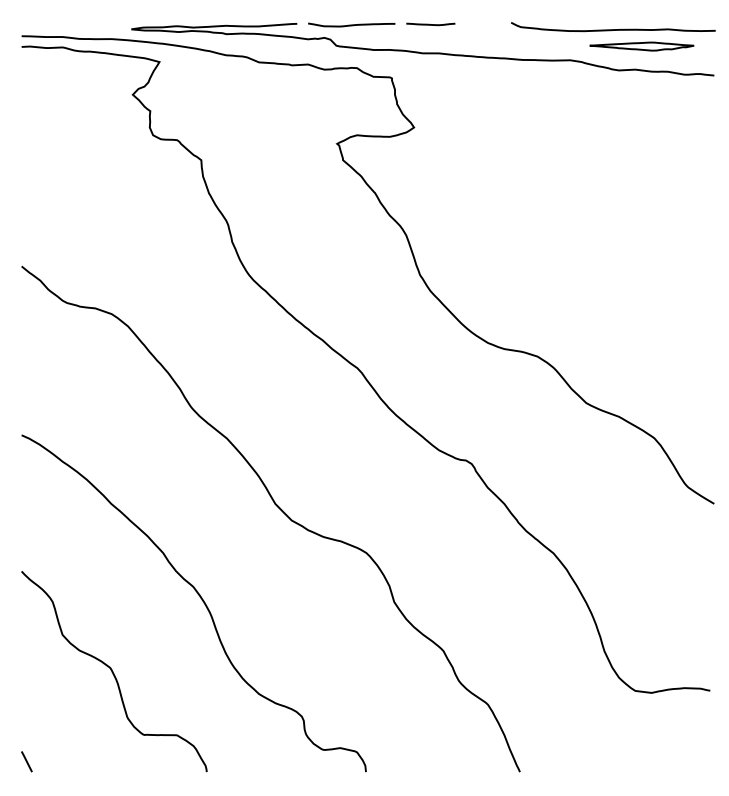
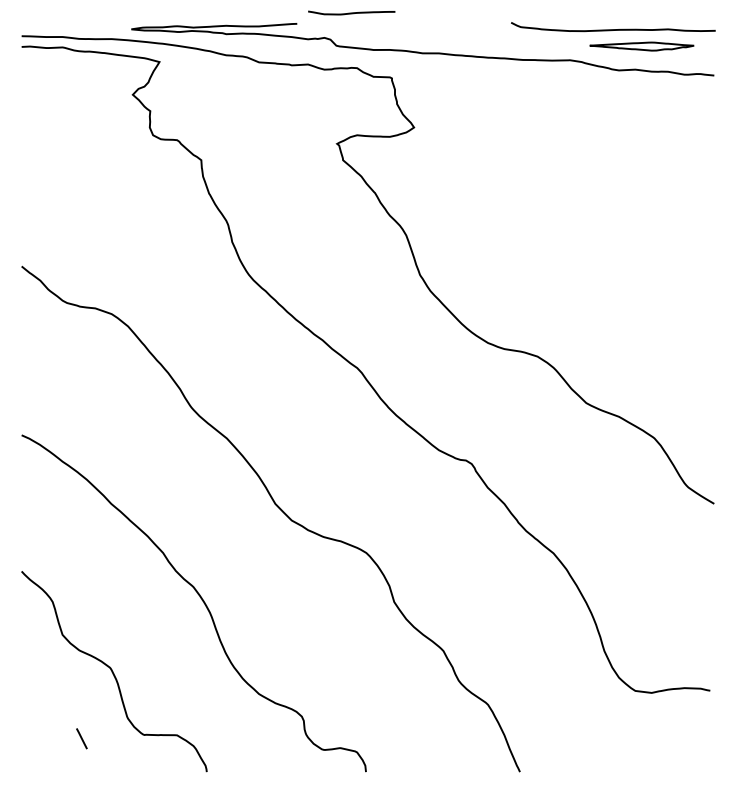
curve at (351, 24) position: (351, 24) -> (351, 12)
curve at (430, 24): present -> none
line at (26, 761) position: (26, 761) -> (81, 738)
